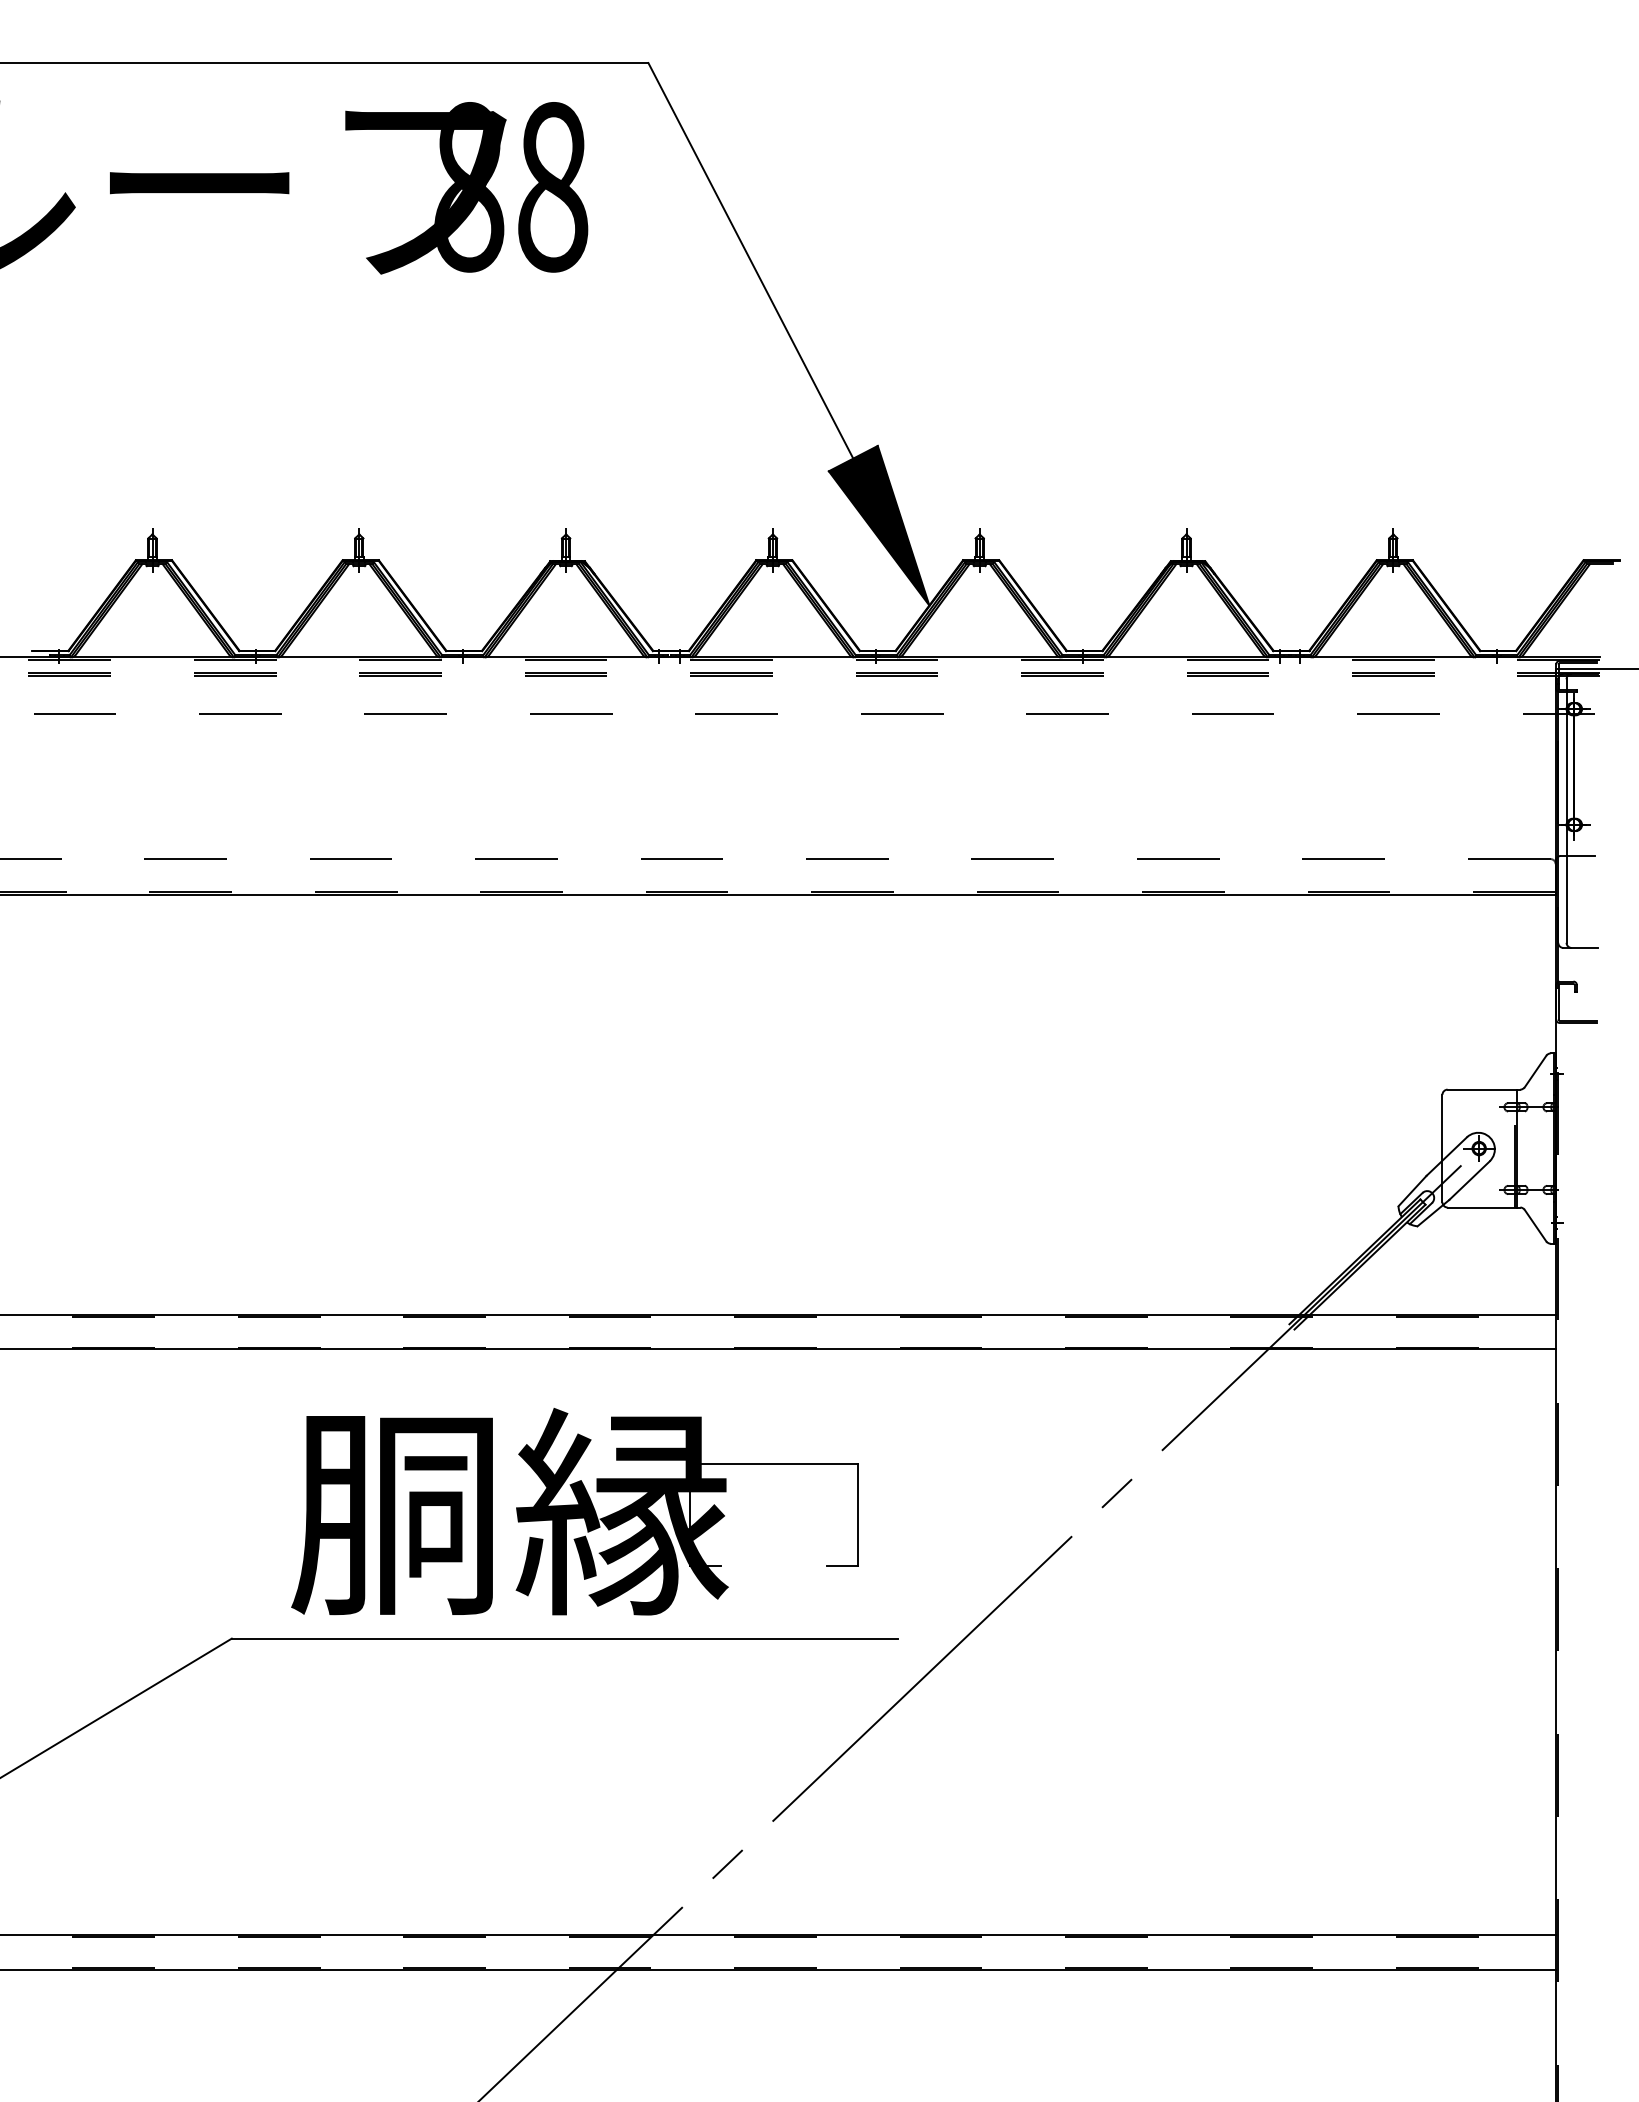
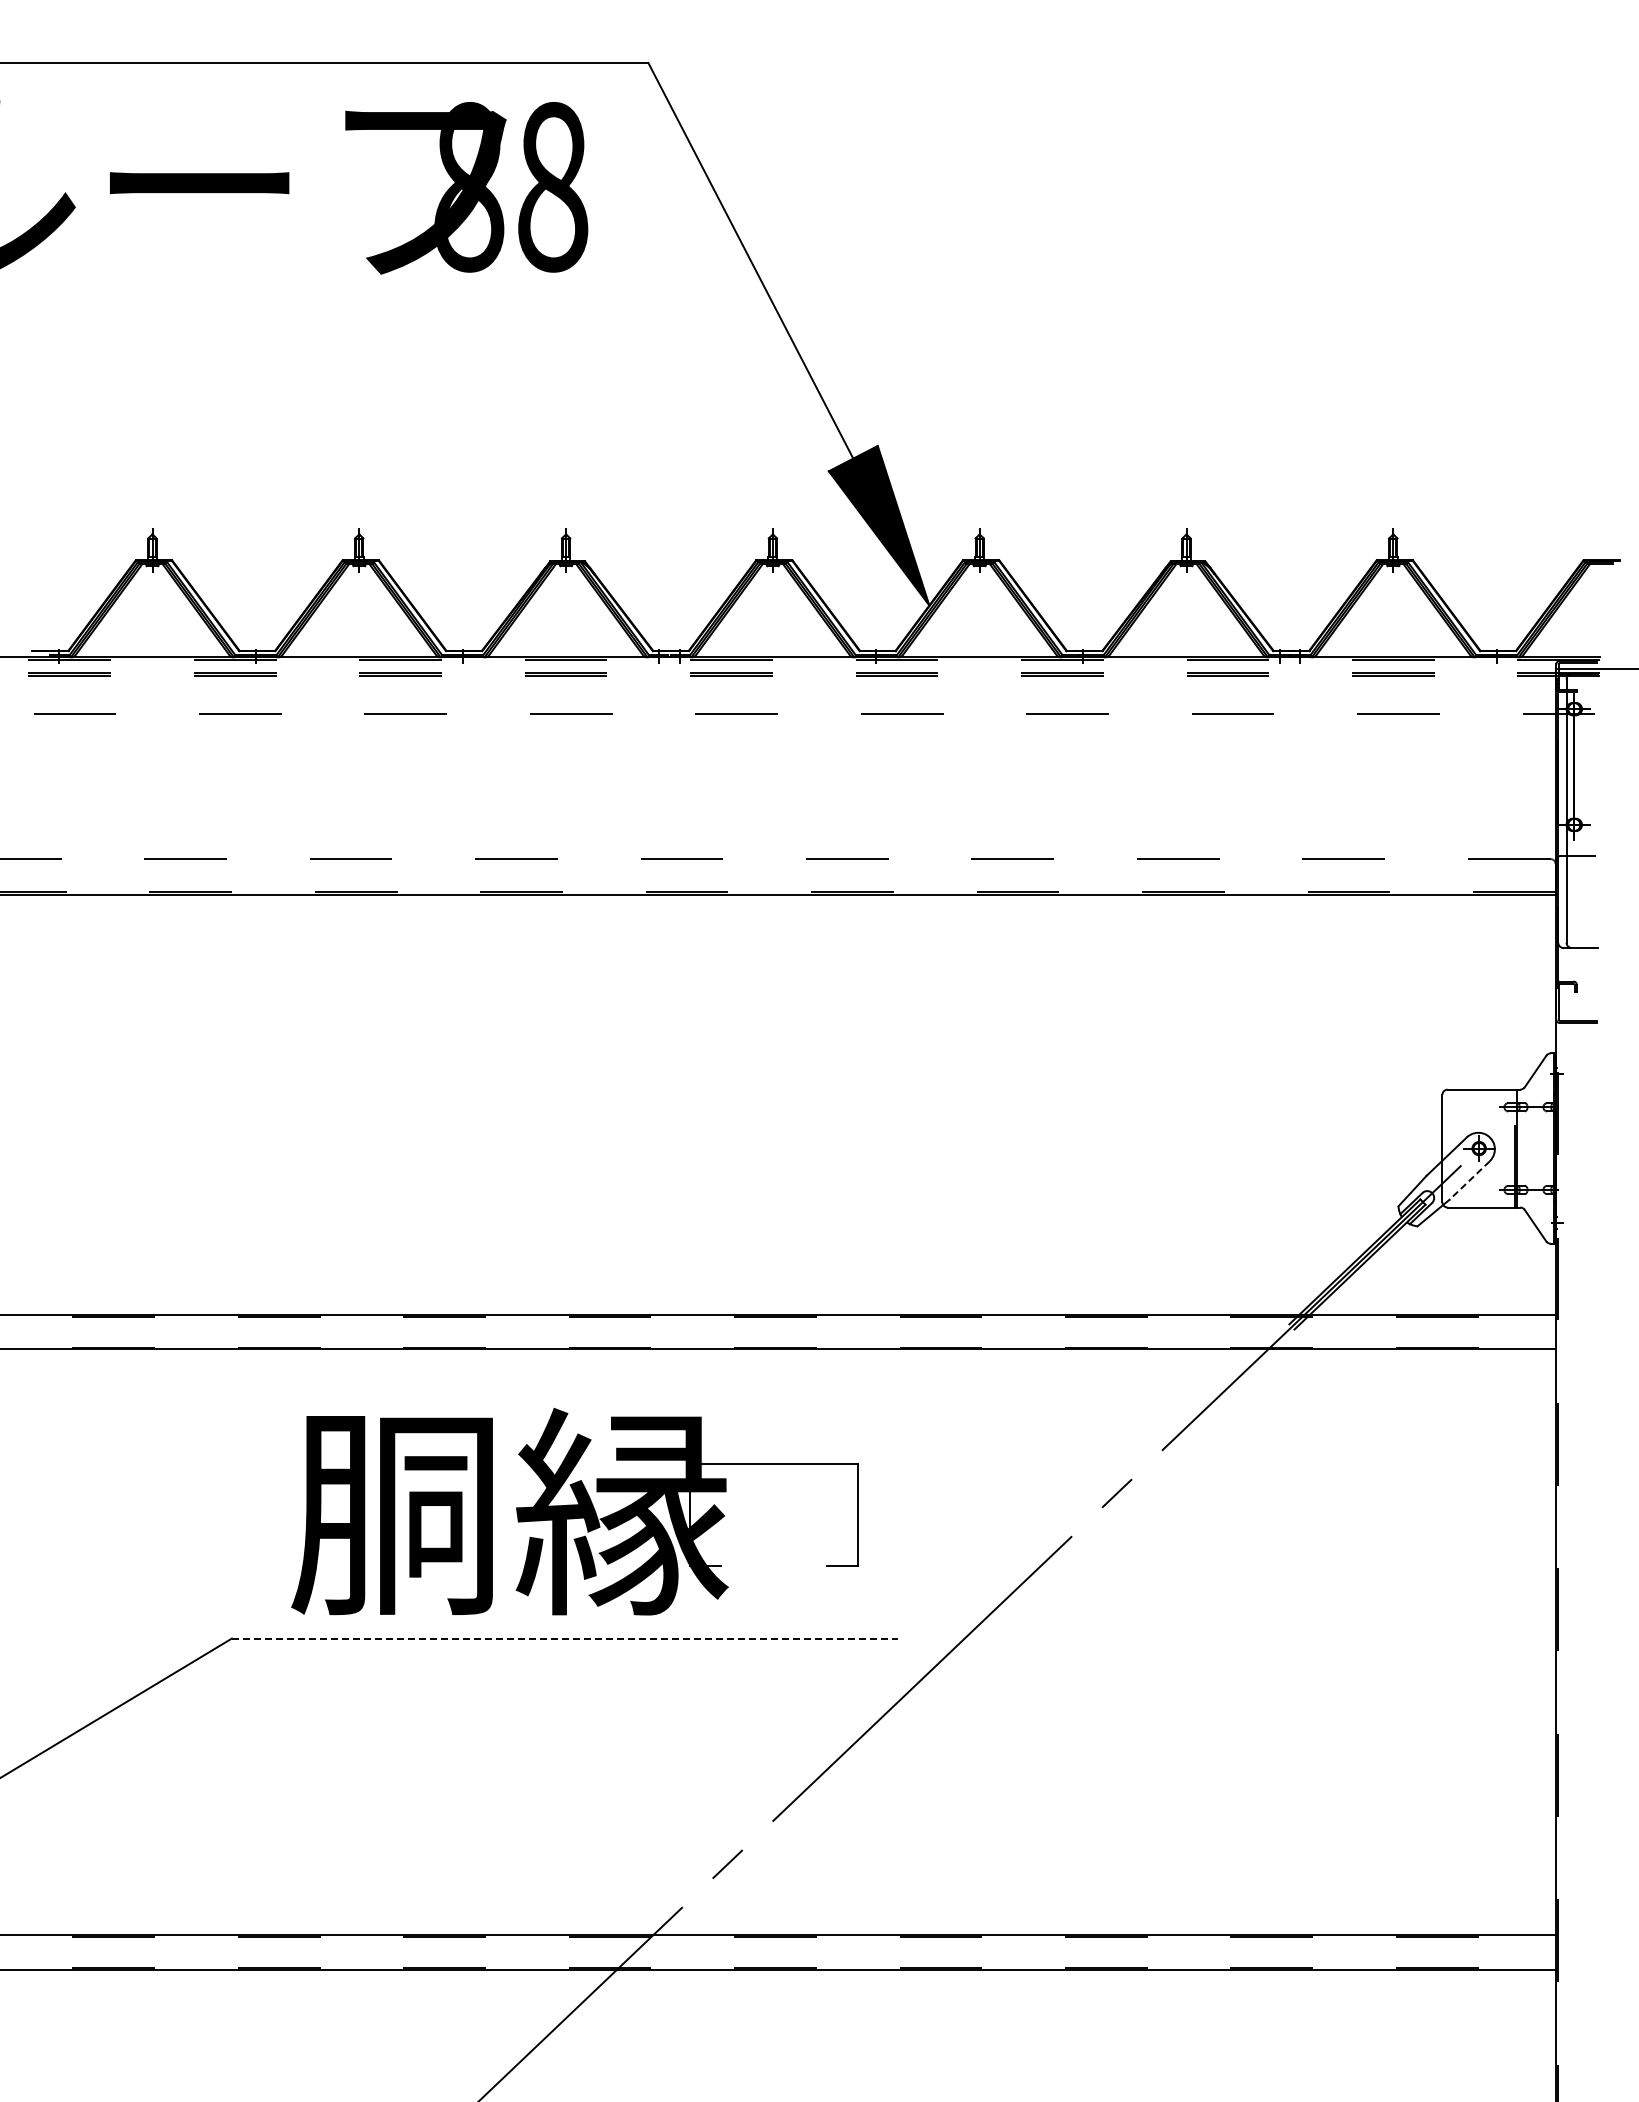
line at (1469, 1180): solid -> dashed
line at (565, 1638): solid -> dashed
